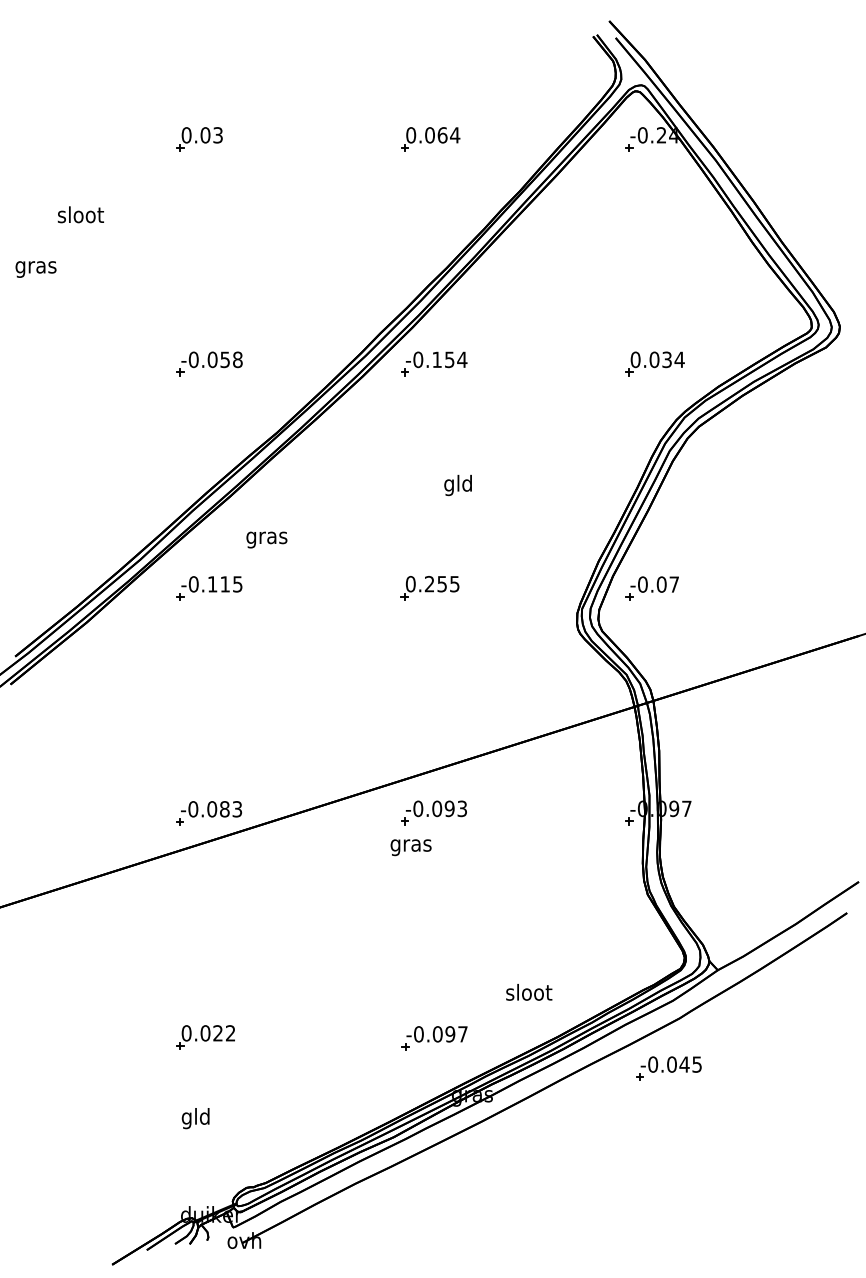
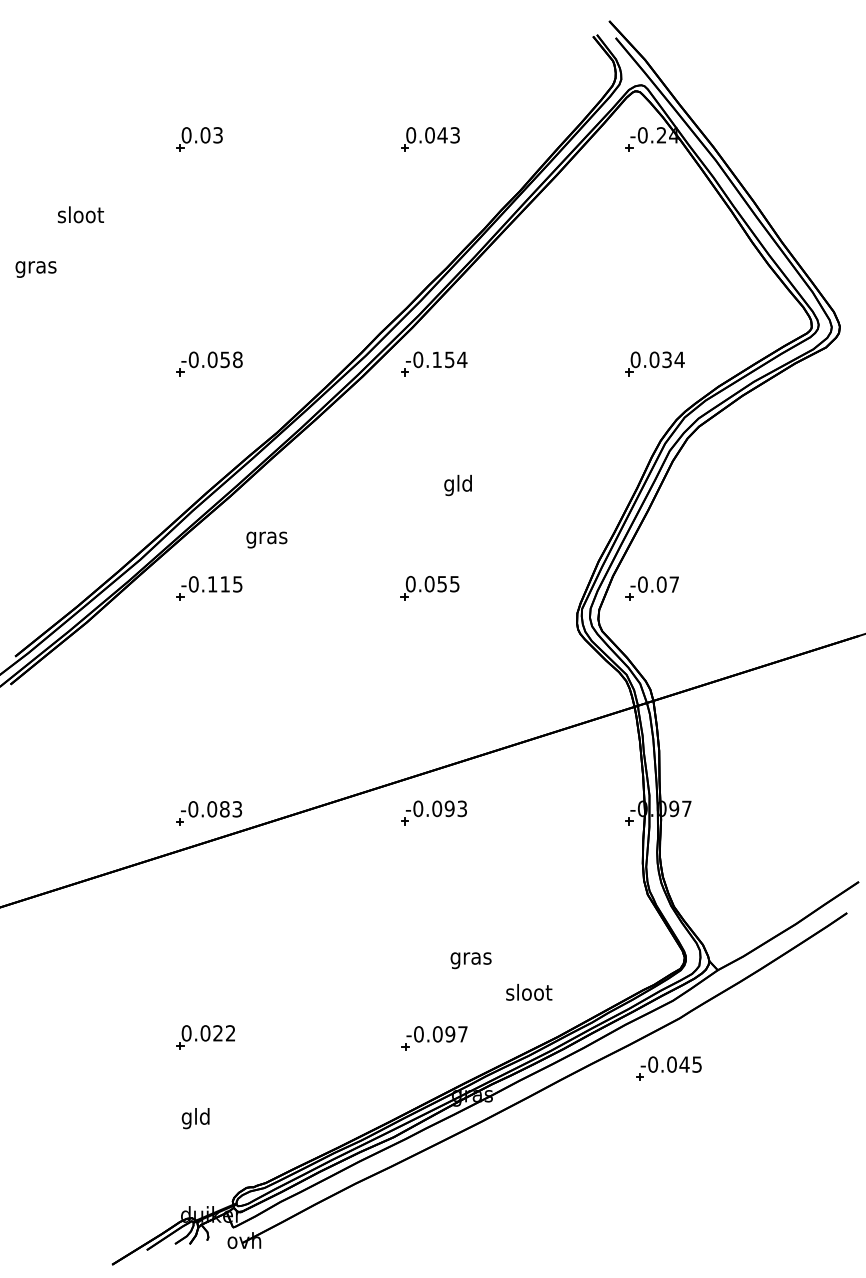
text at (448, 135): 0.064 -> 0.043
text at (429, 584): 0.255 -> 0.055
text at (410, 847) position: (410, 847) -> (470, 960)
